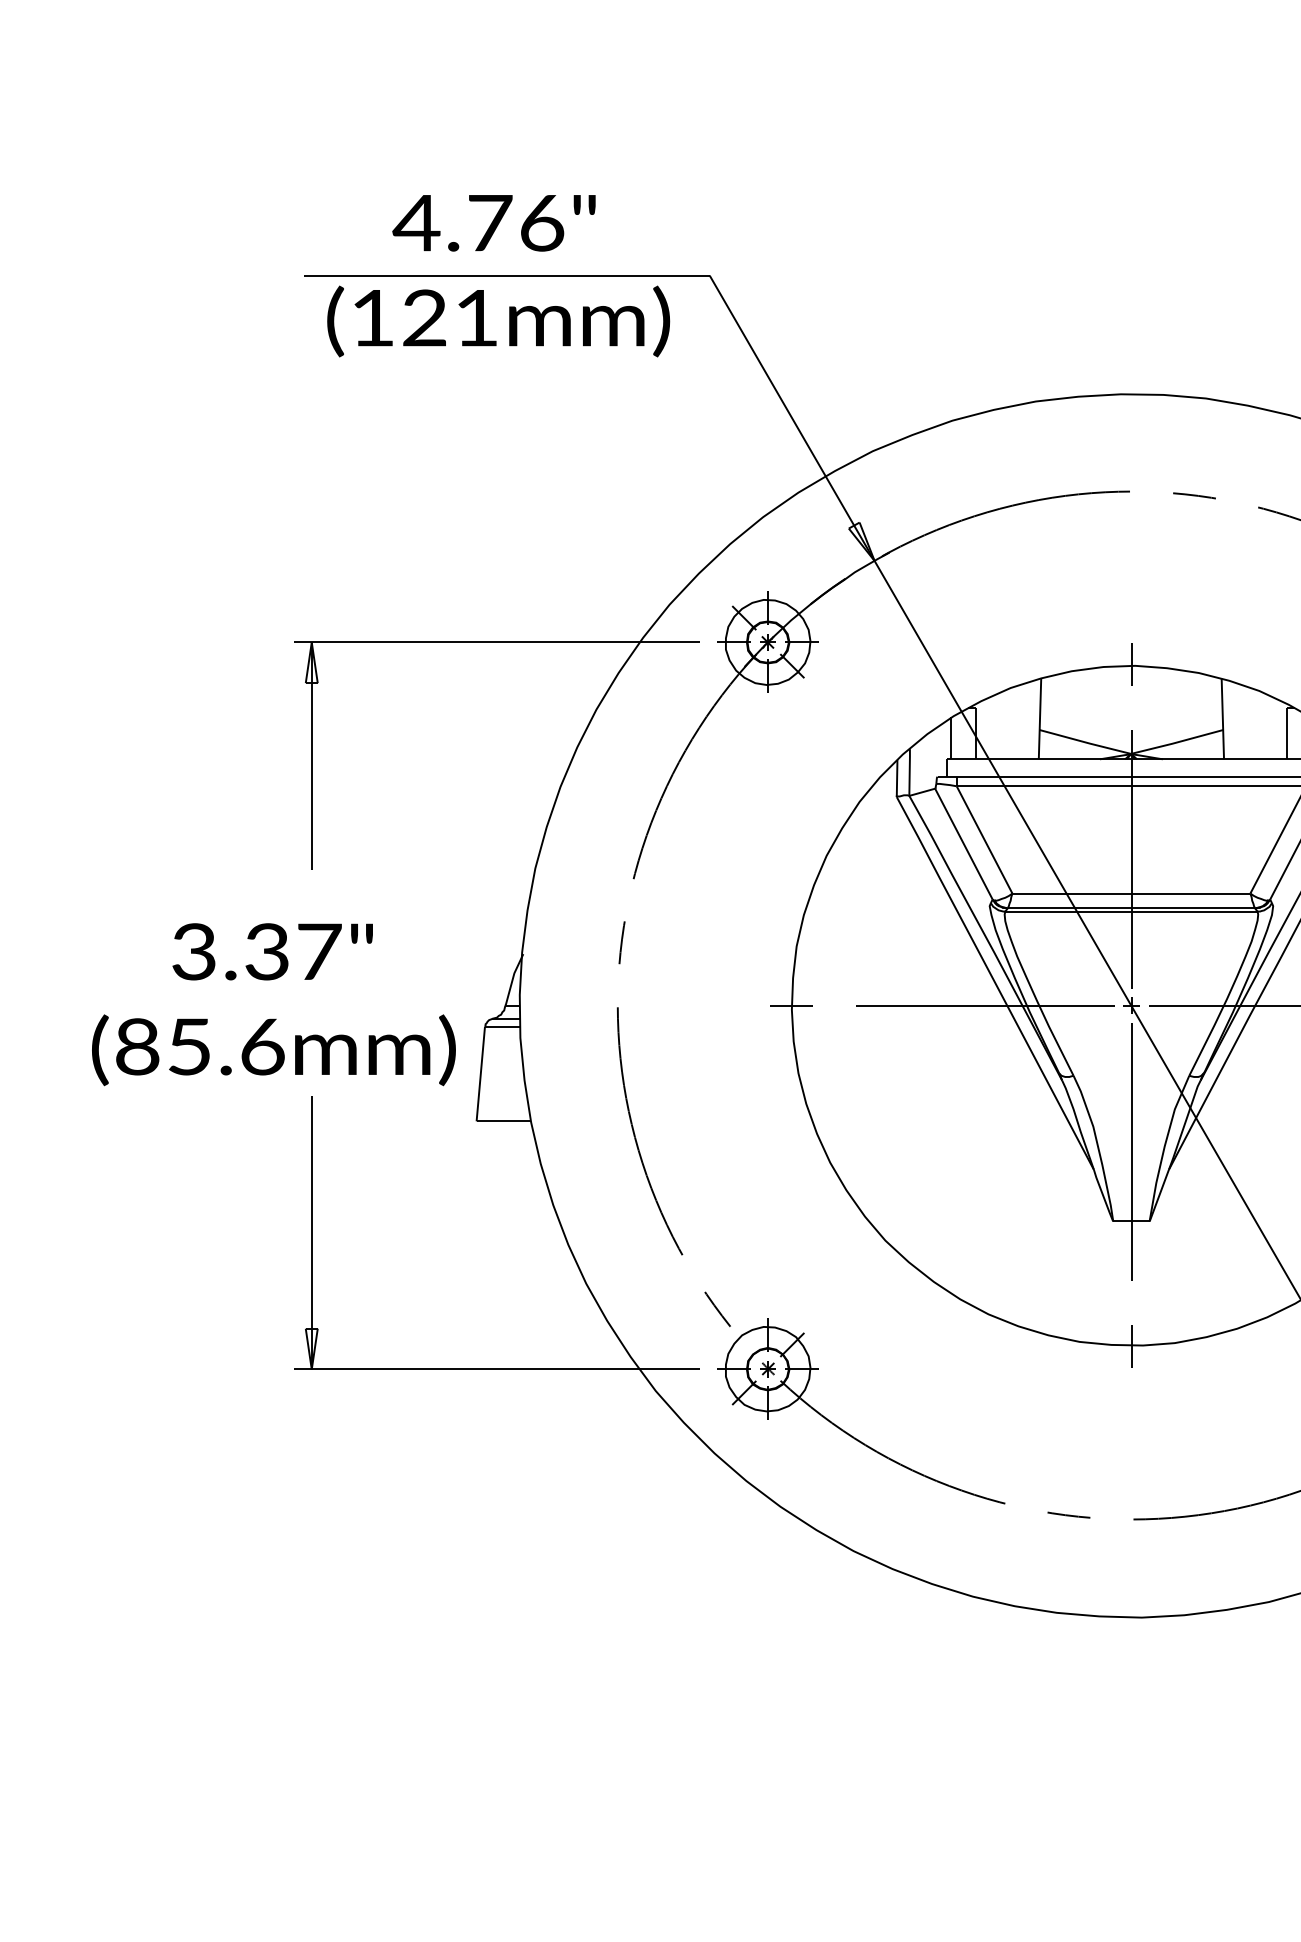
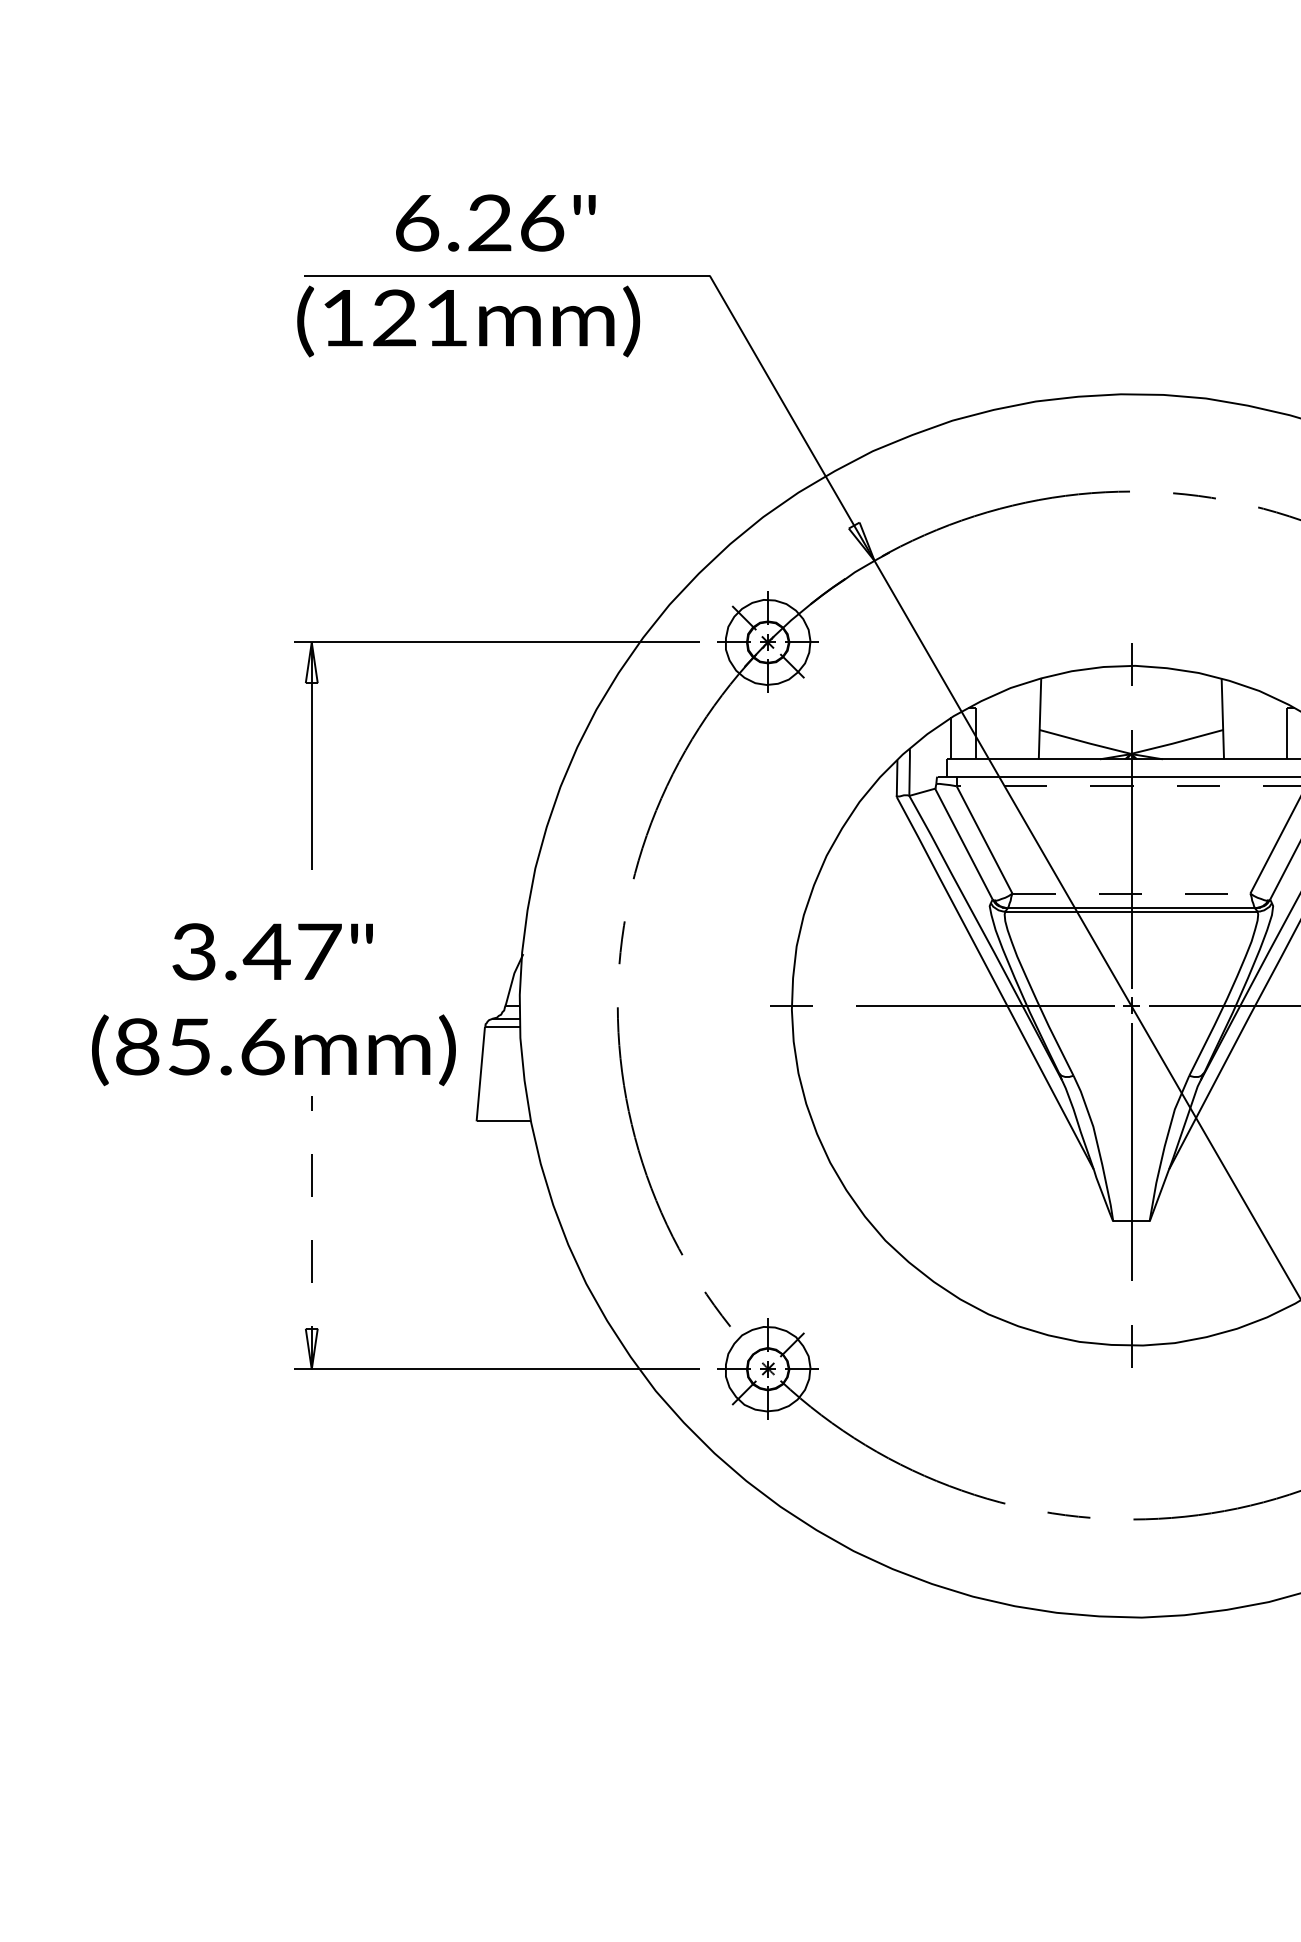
text at (452, 222): 4.76" -> 6.26"
text at (498, 321) position: (498, 321) -> (468, 321)
line at (1128, 786): solid -> dashed
line at (1131, 893): solid -> dashed
text at (266, 951): 3.37" -> 3.47"
line at (311, 1232): solid -> dashed
